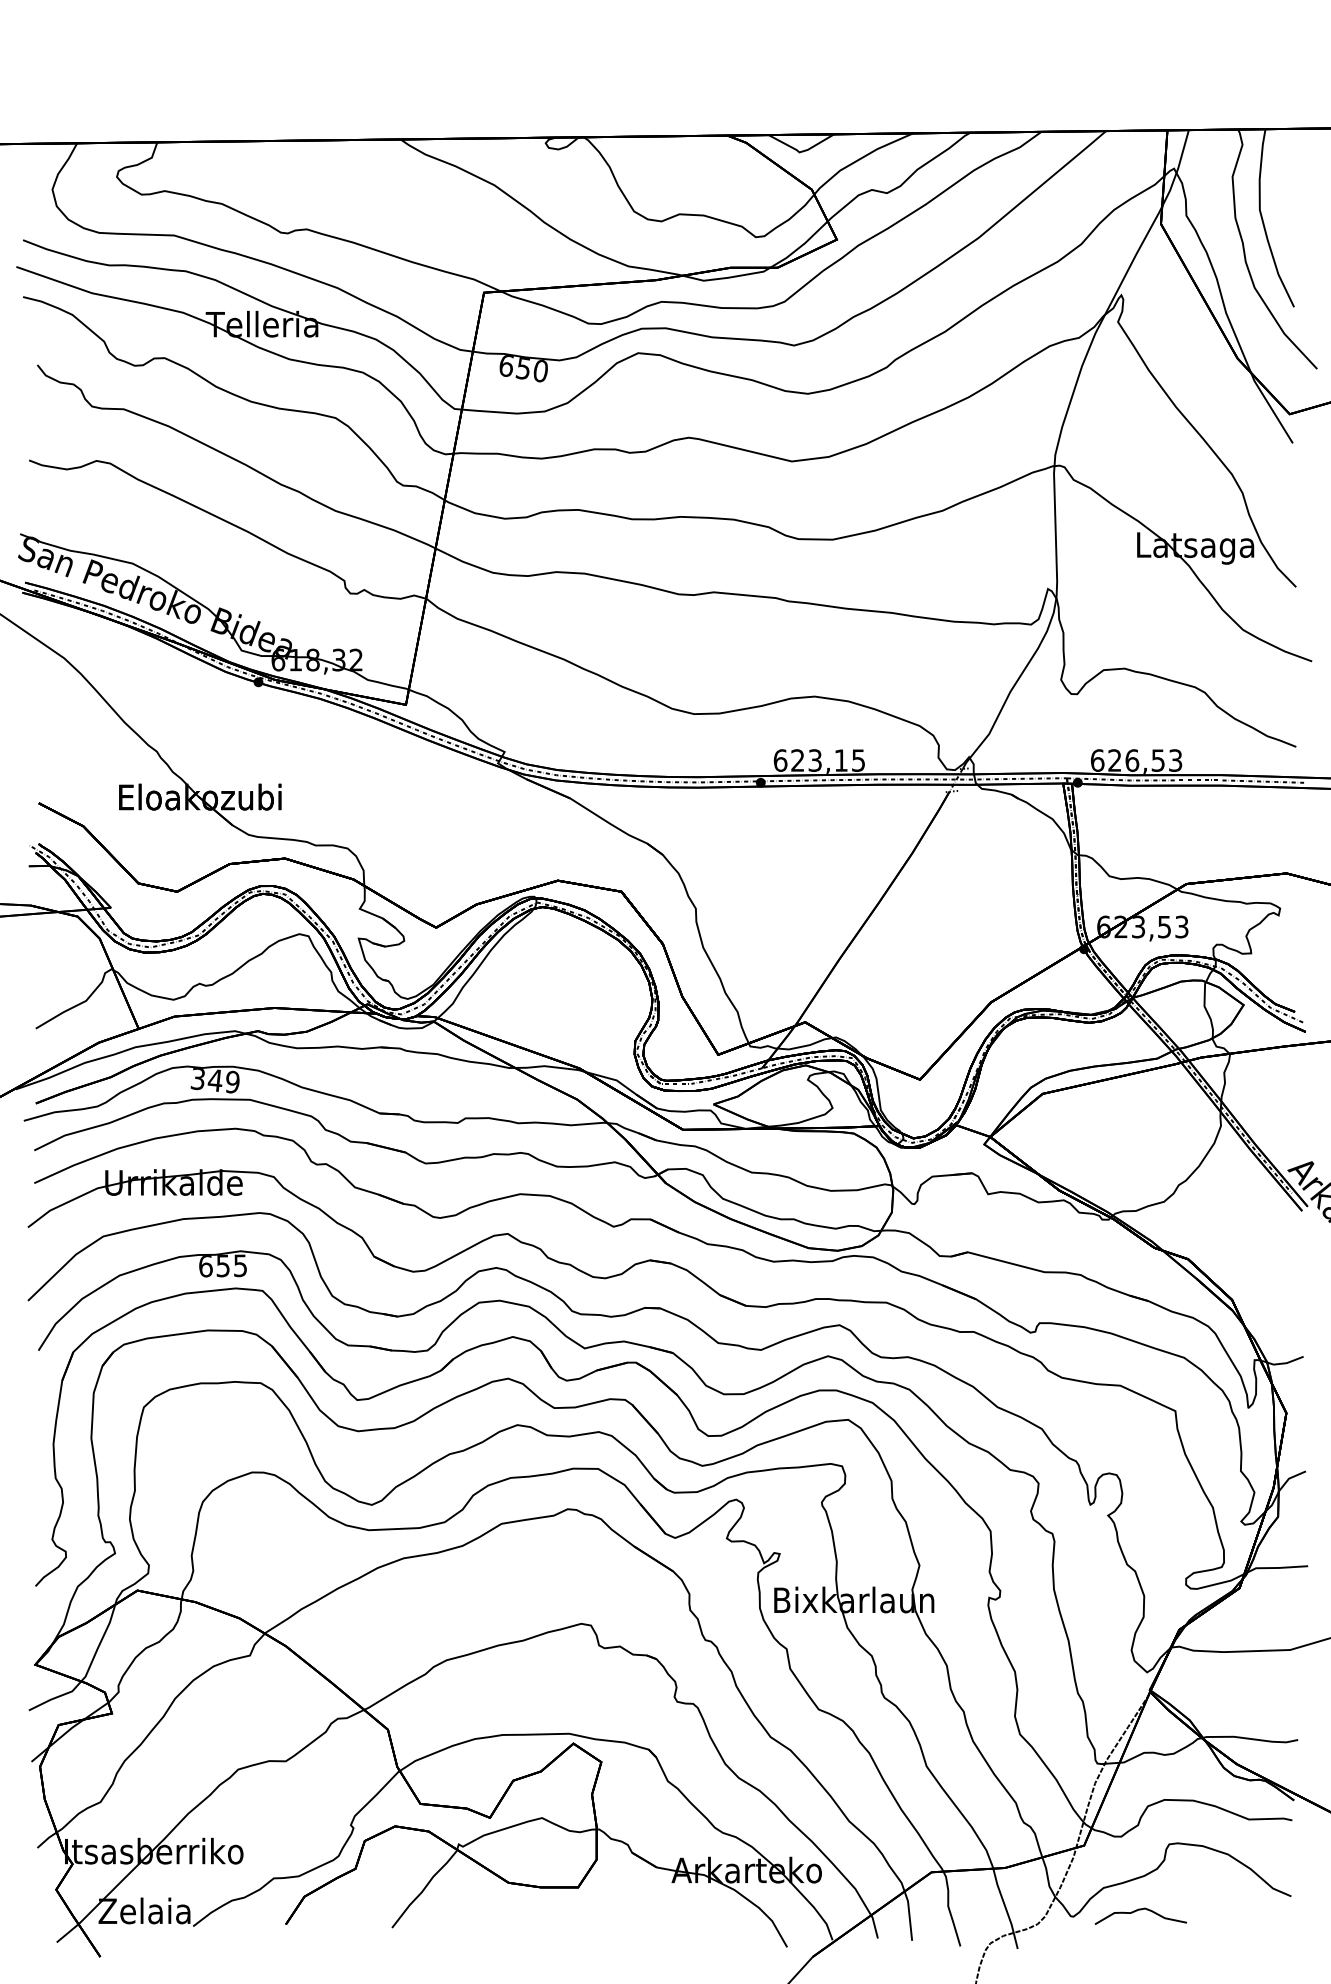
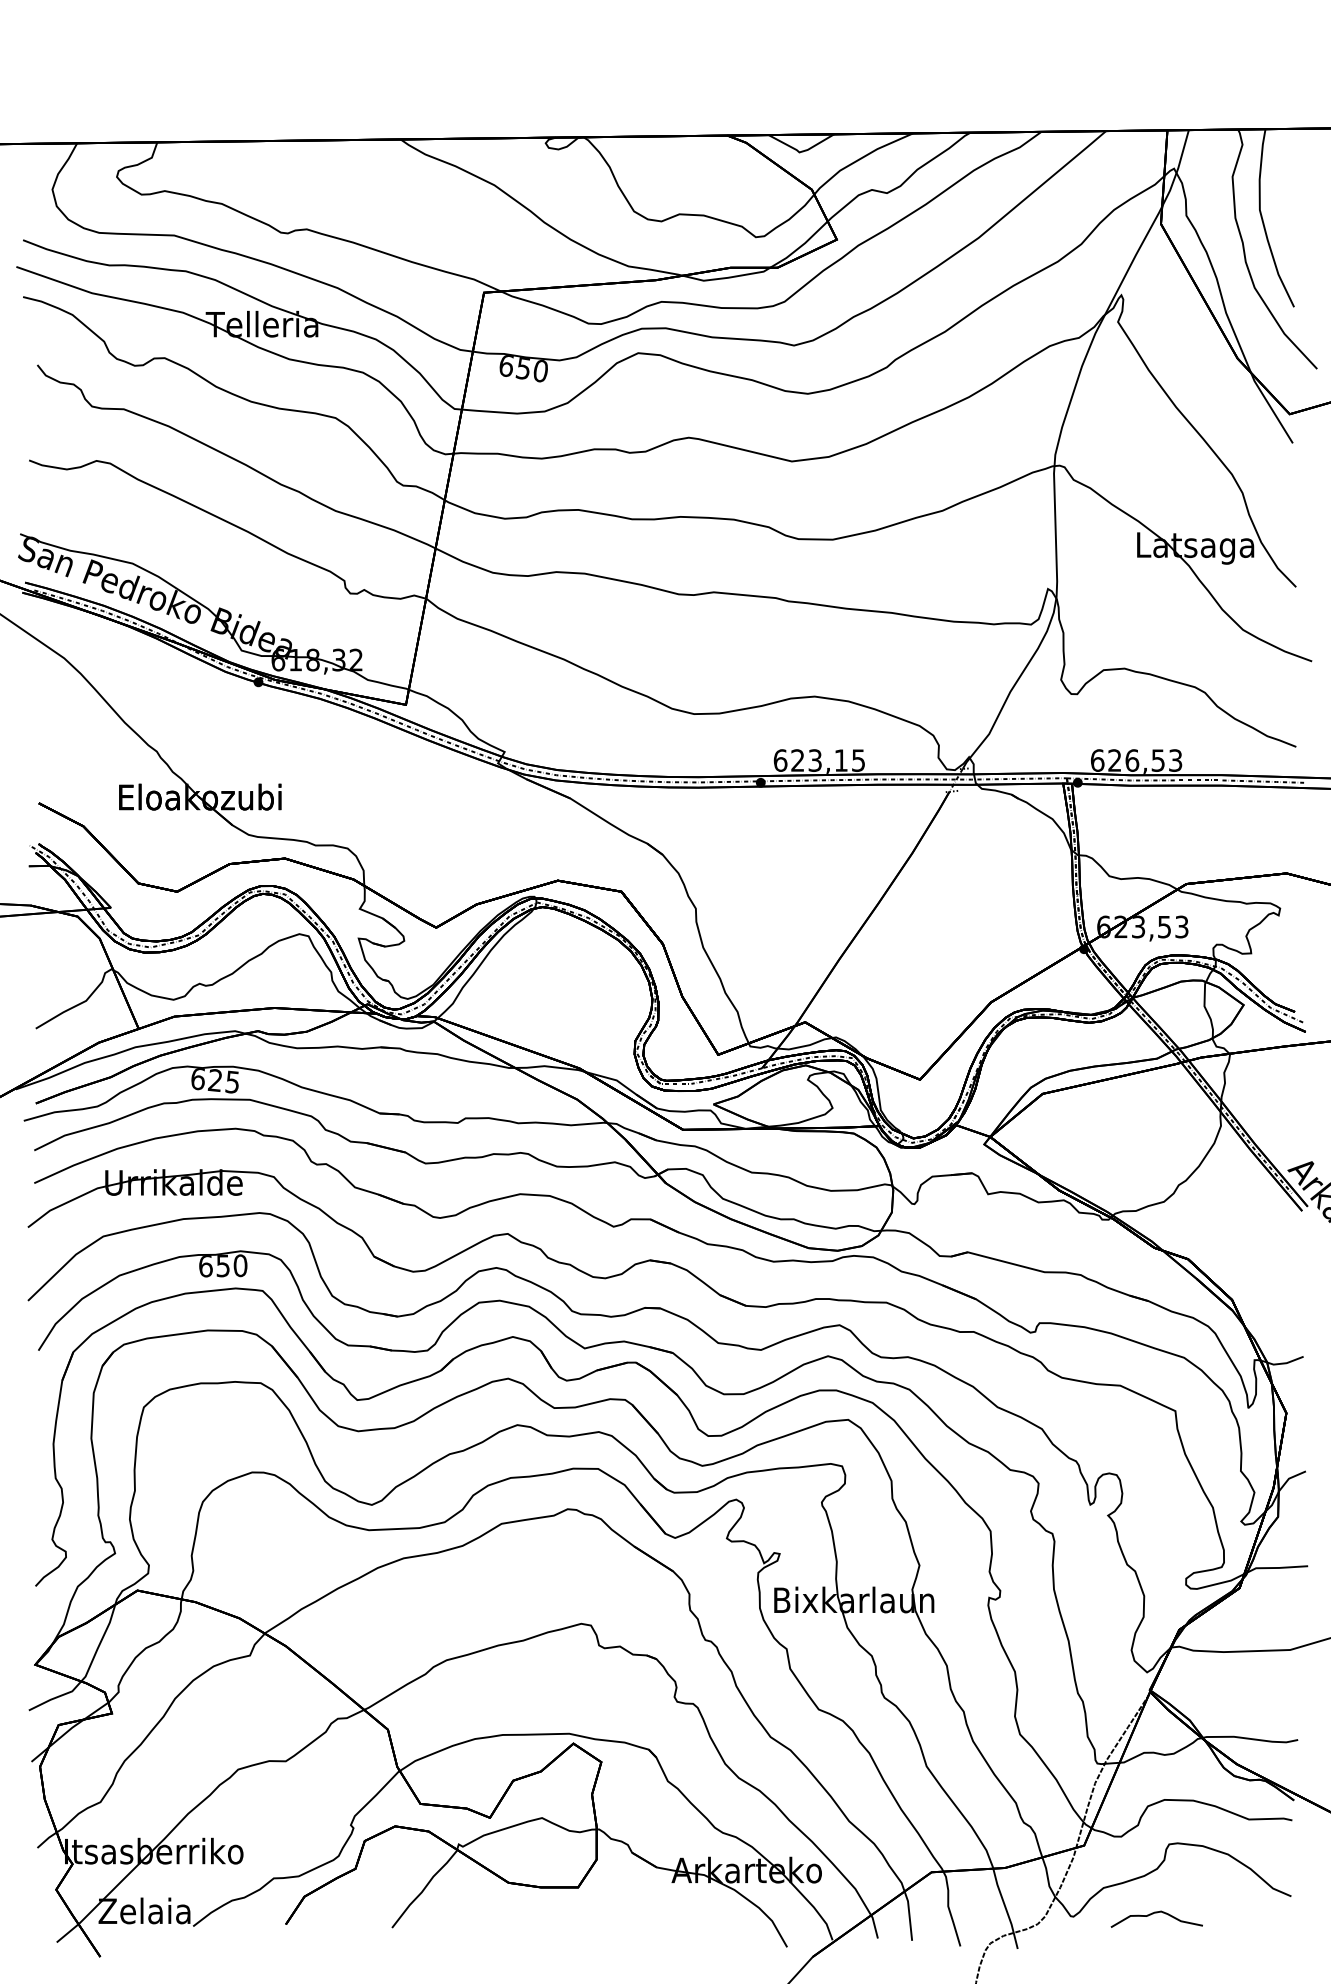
text at (214, 1080): 349 -> 625
text at (240, 1265): 655 -> 650
curve at (1140, 1910) position: (1140, 1910) -> (1156, 1913)
